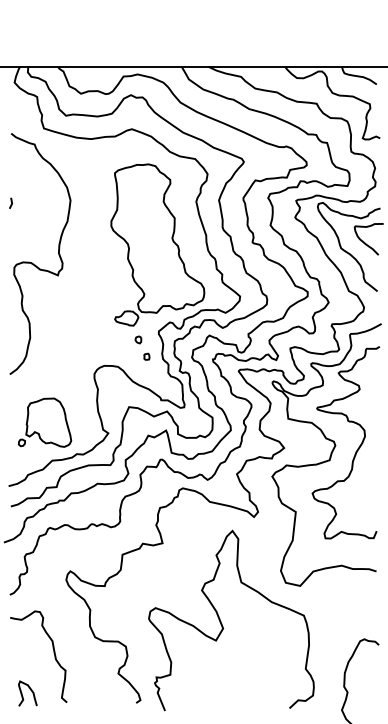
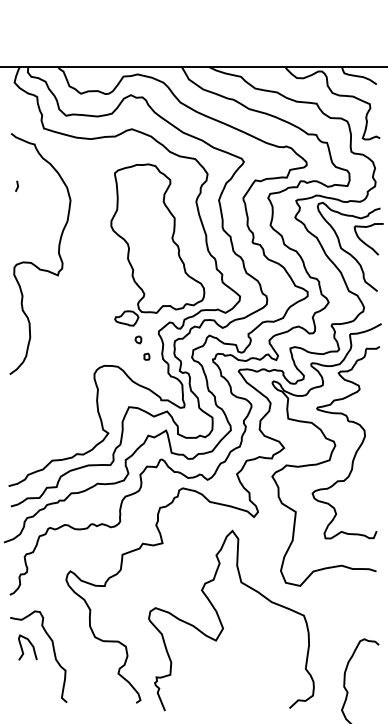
line at (10, 201) position: (10, 201) -> (16, 184)
part at (45, 422): present -> none
curve at (30, 690) position: (30, 690) -> (30, 644)
